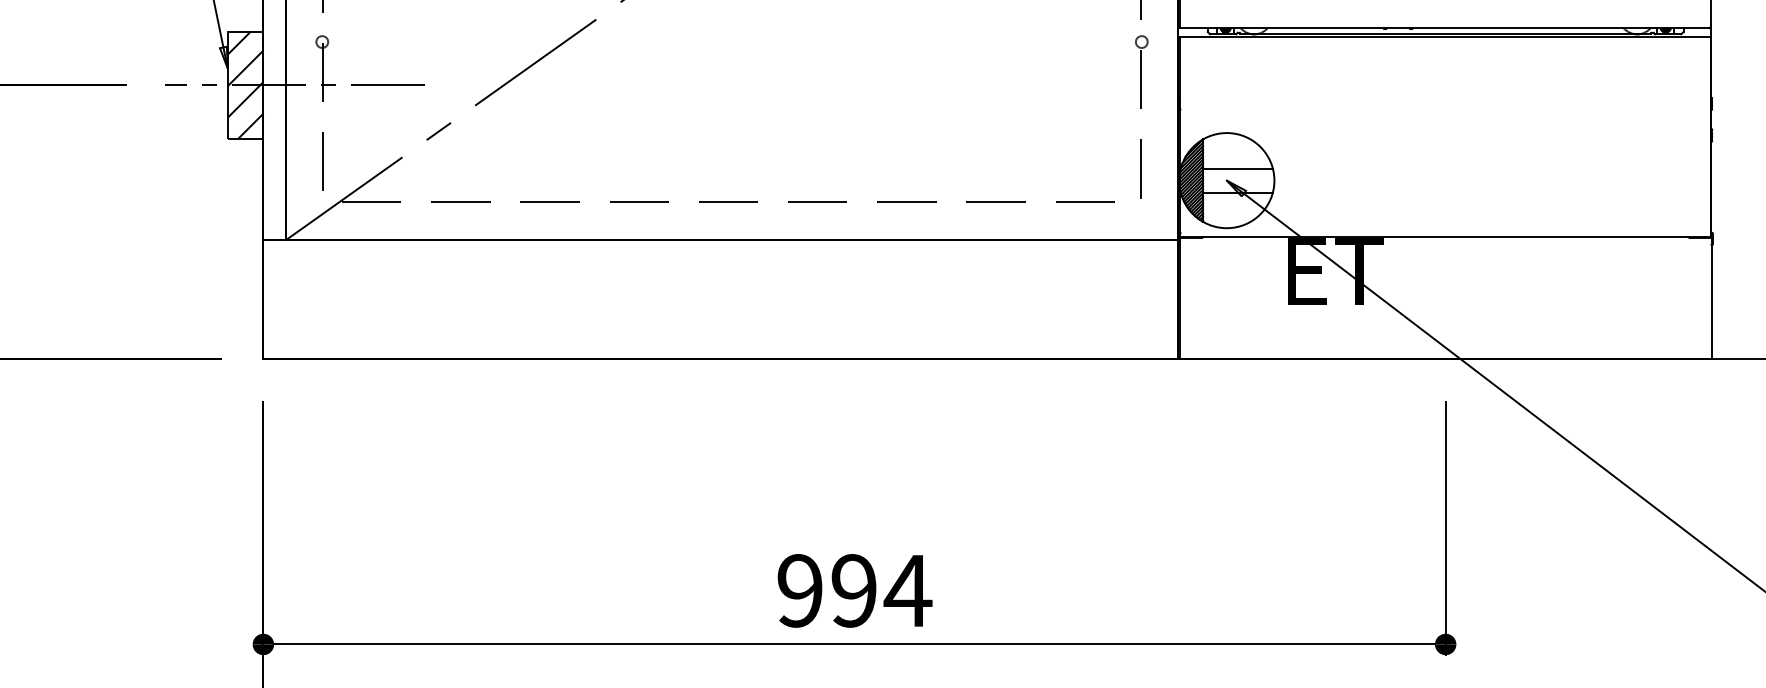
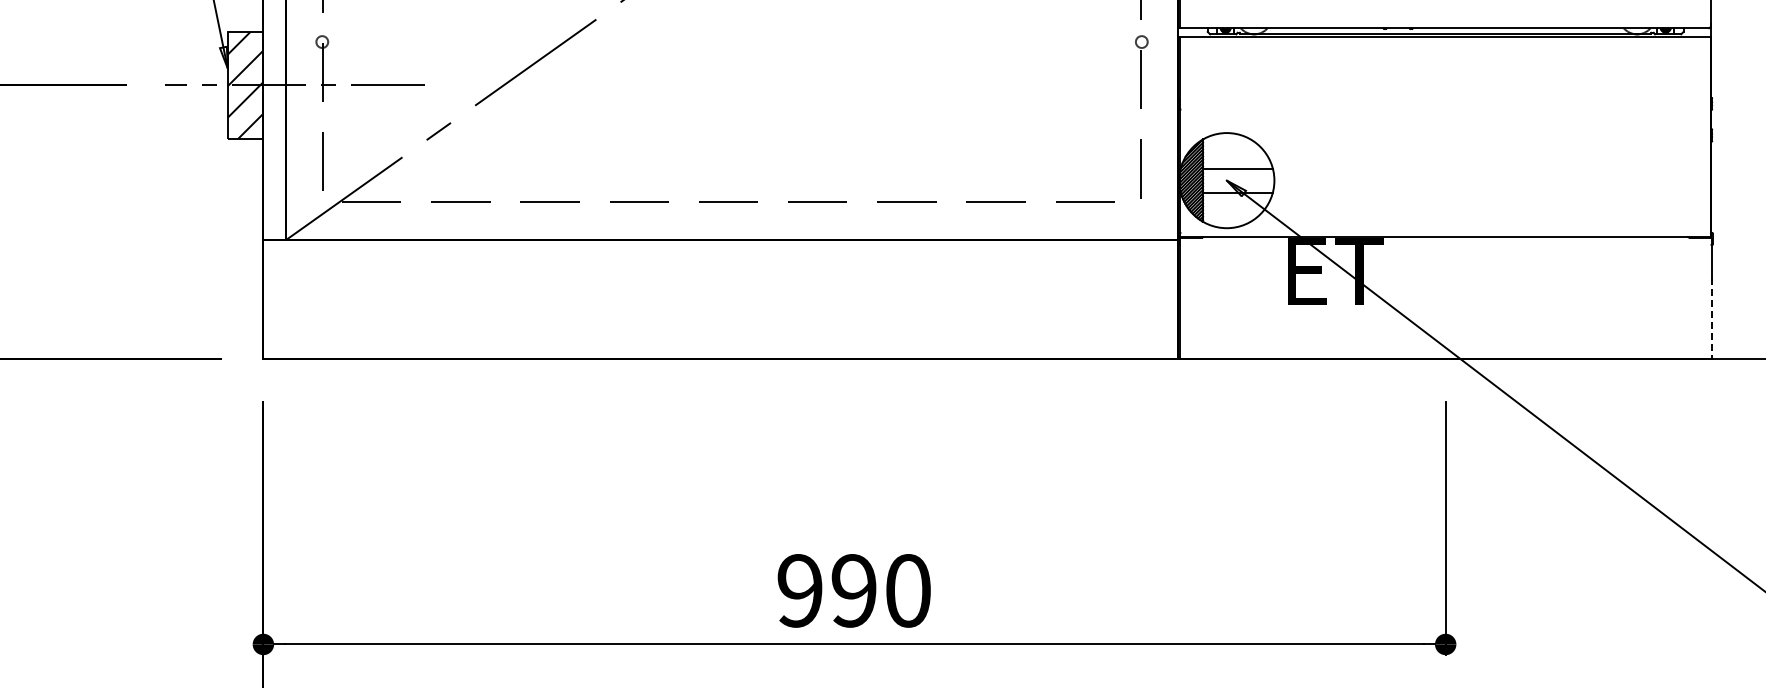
line at (1711, 319): solid -> dashed
text at (907, 590): 994 -> 990
